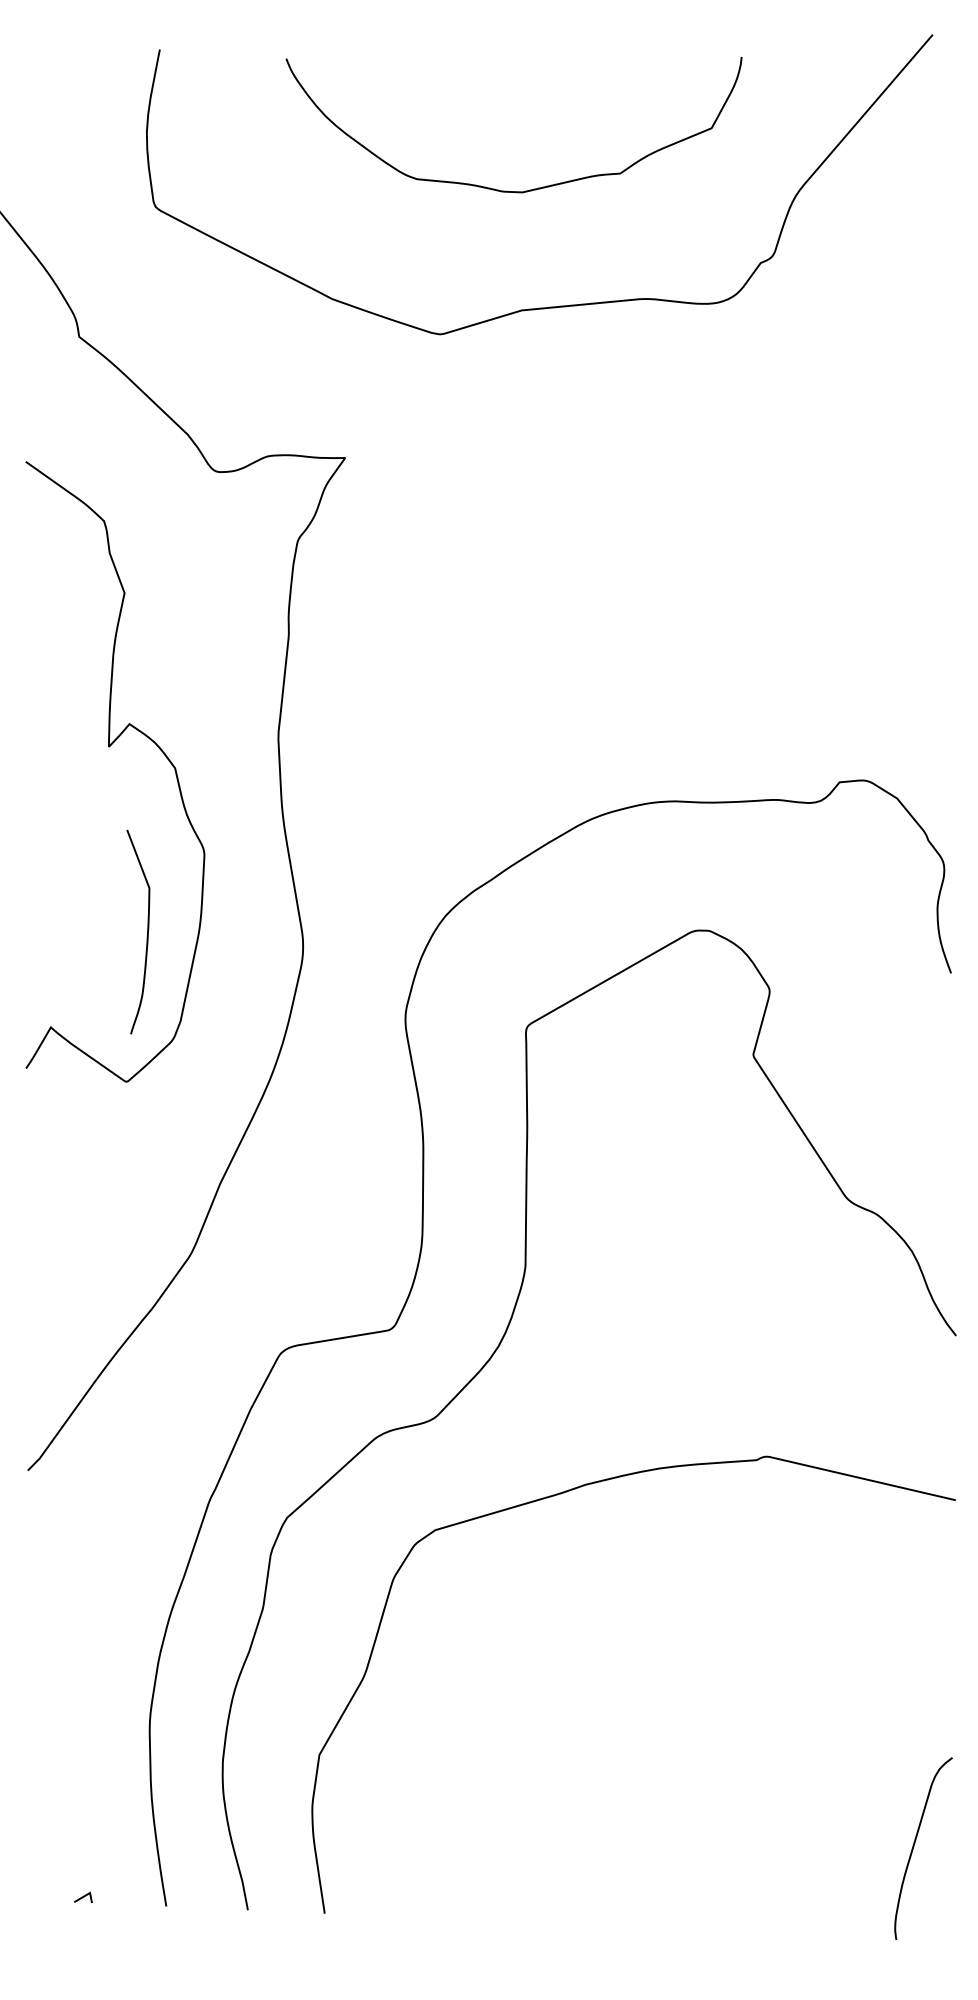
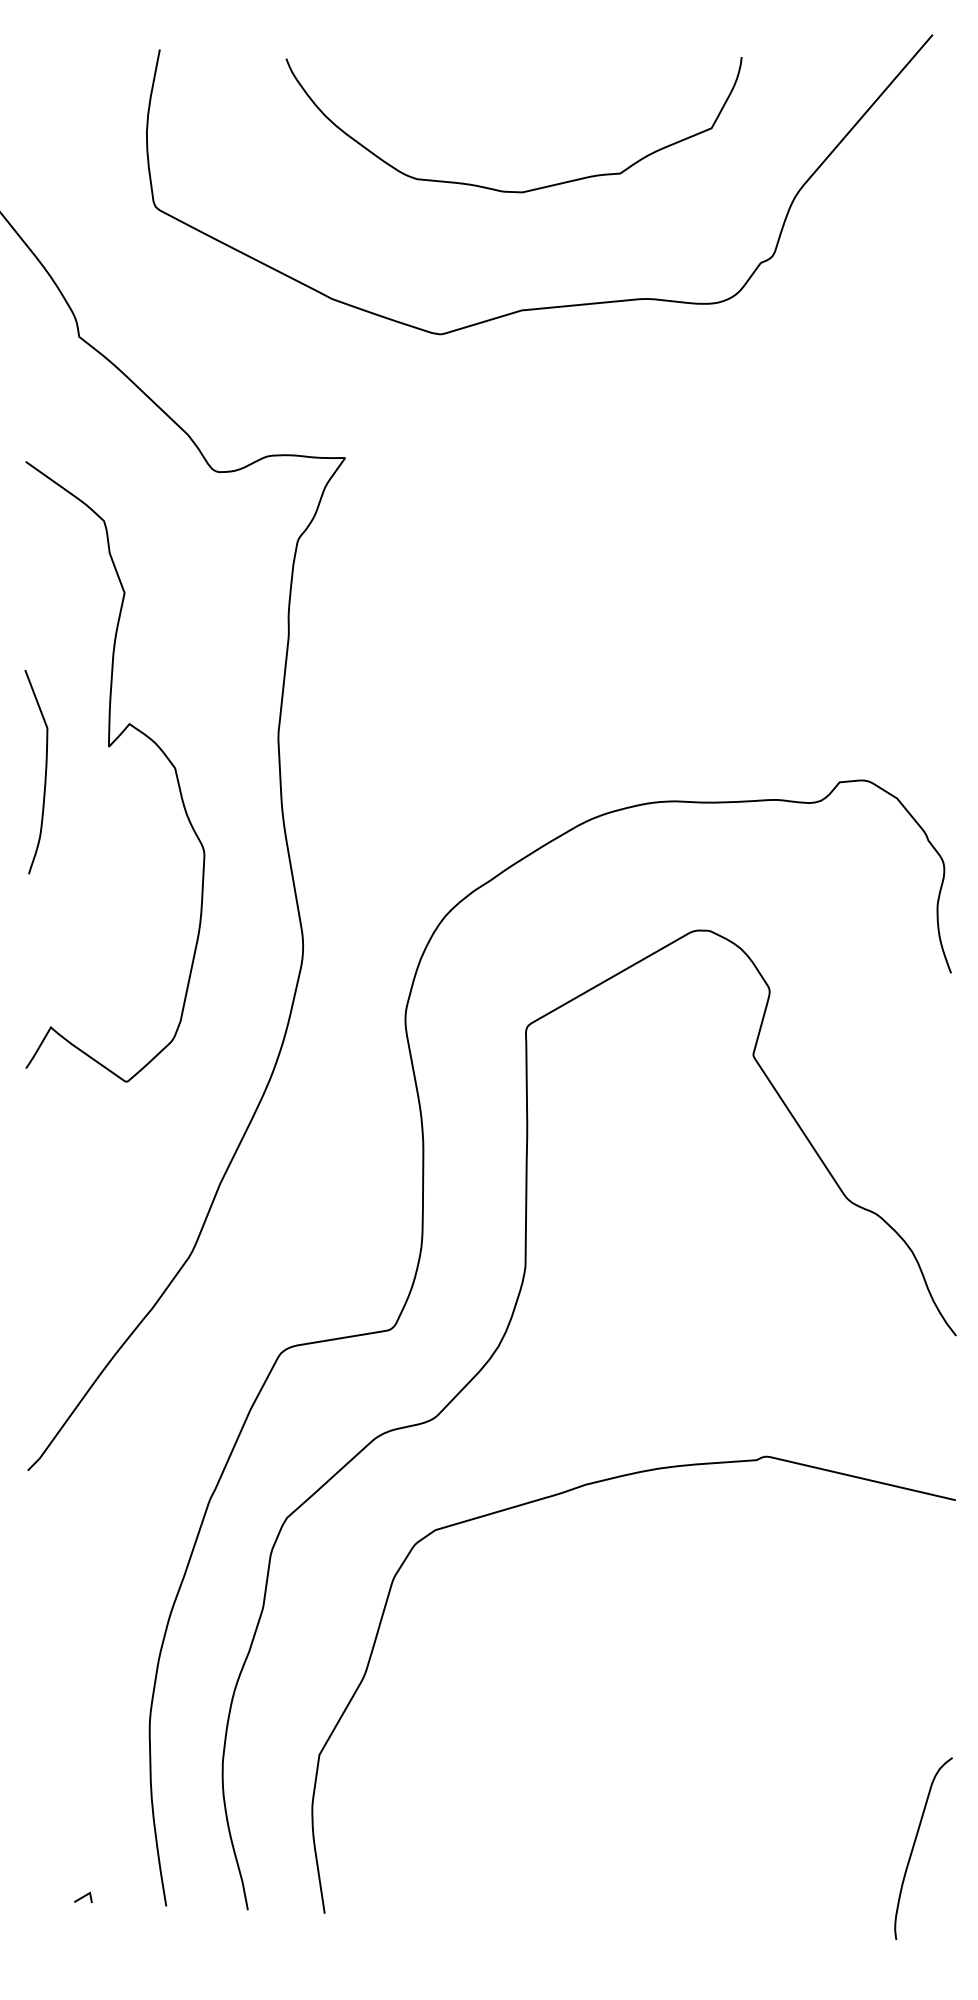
curve at (147, 931) position: (147, 931) -> (45, 771)
